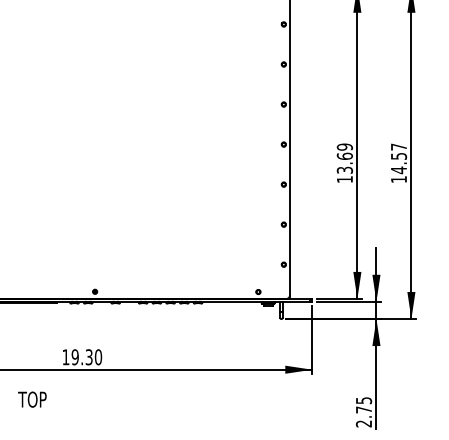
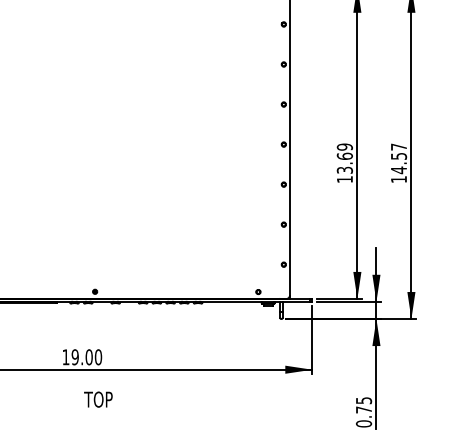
text at (88, 357): 19.30 -> 19.00
text at (32, 399) position: (32, 399) -> (98, 399)
text at (364, 423): 2.75 -> 0.75
